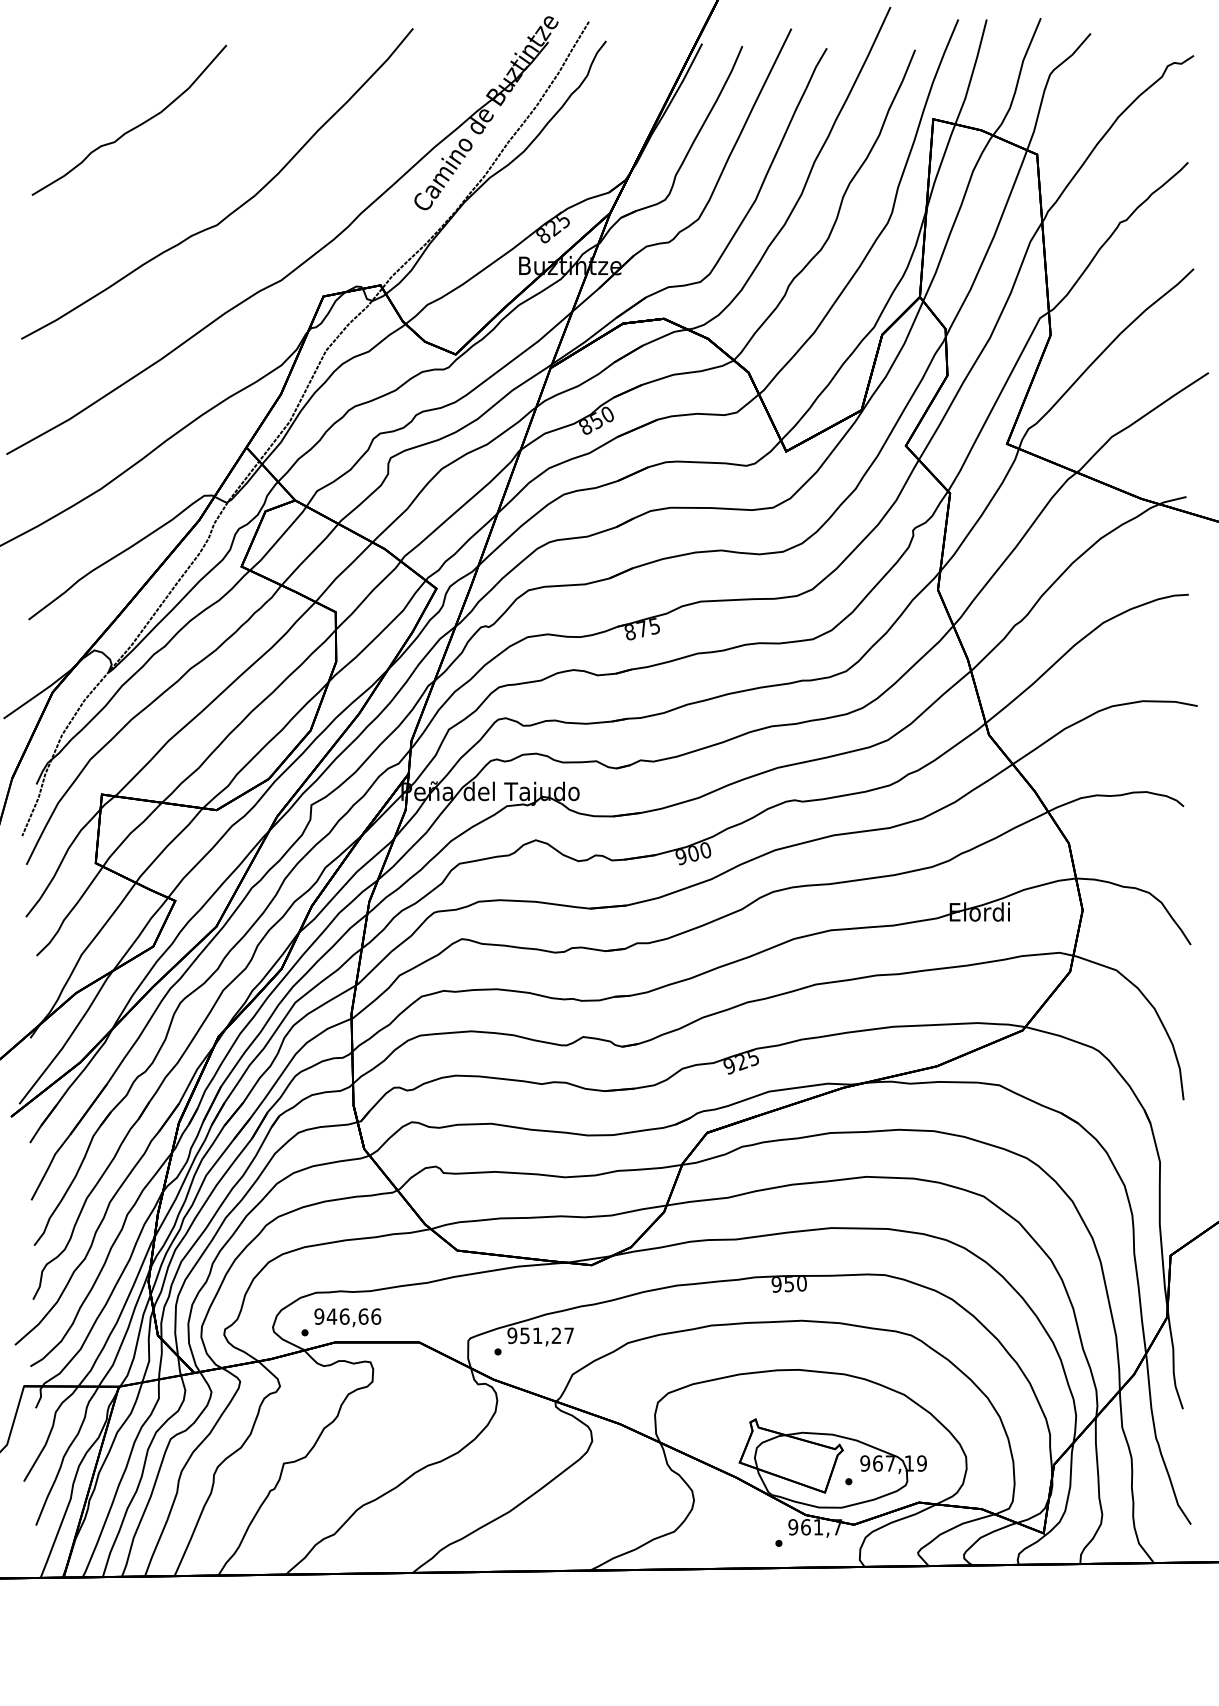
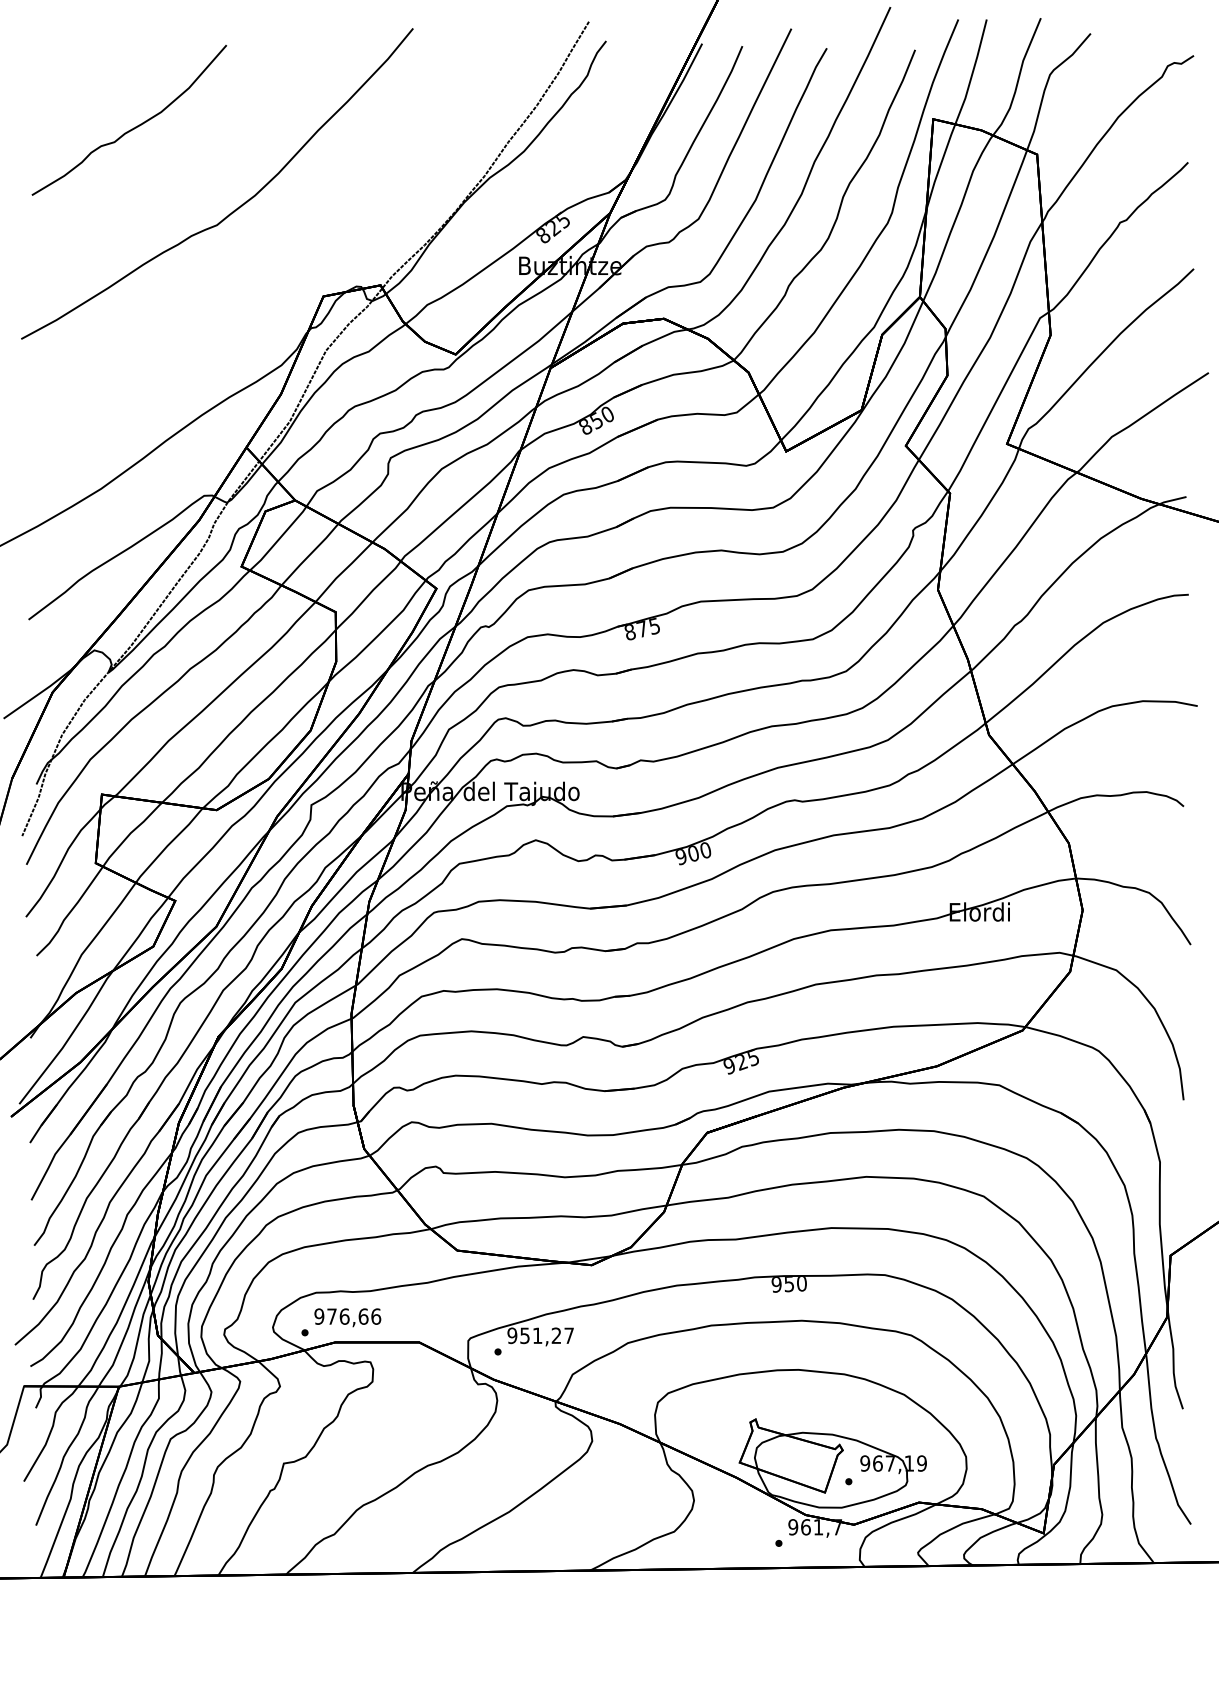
part at (303, 261): present -> none
text at (331, 1316): 946,66 -> 976,66
